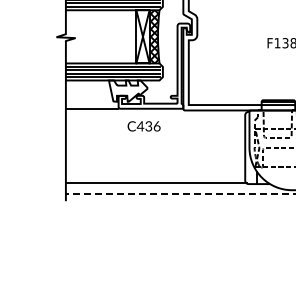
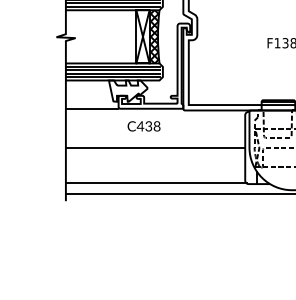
text at (156, 125): C436 -> C438
line at (155, 148): none -> present
line at (180, 193): dashed -> solid
